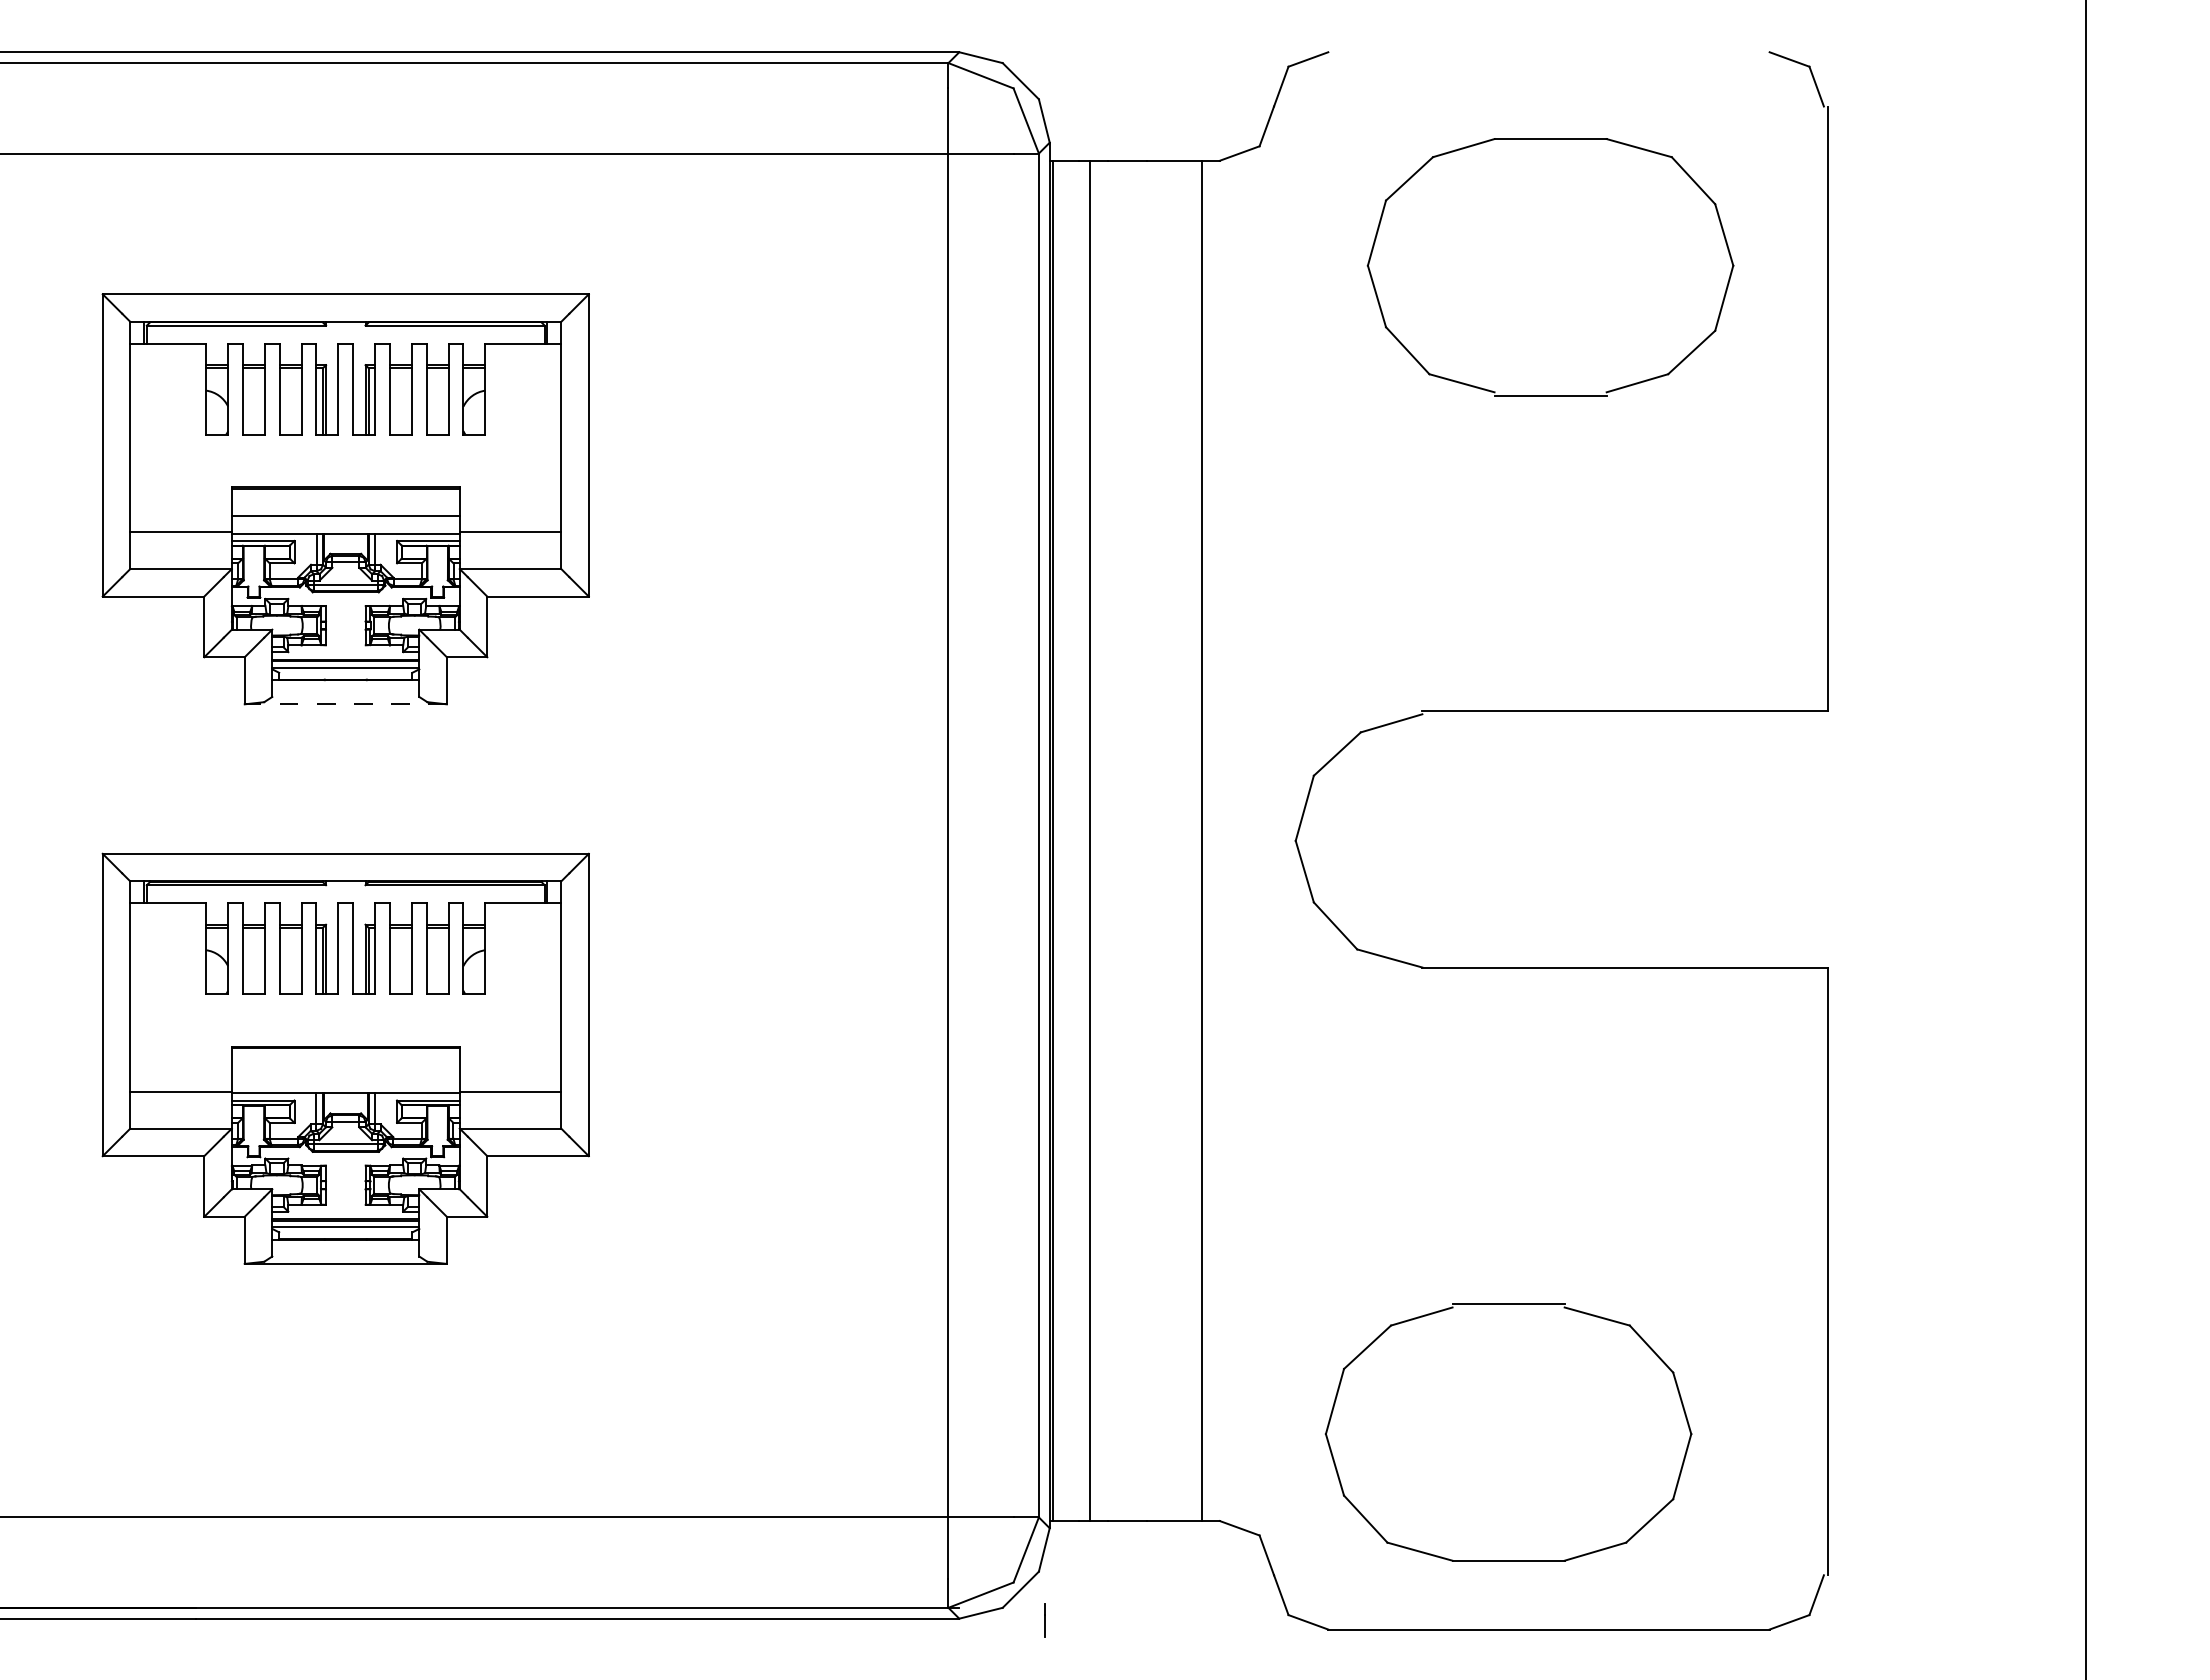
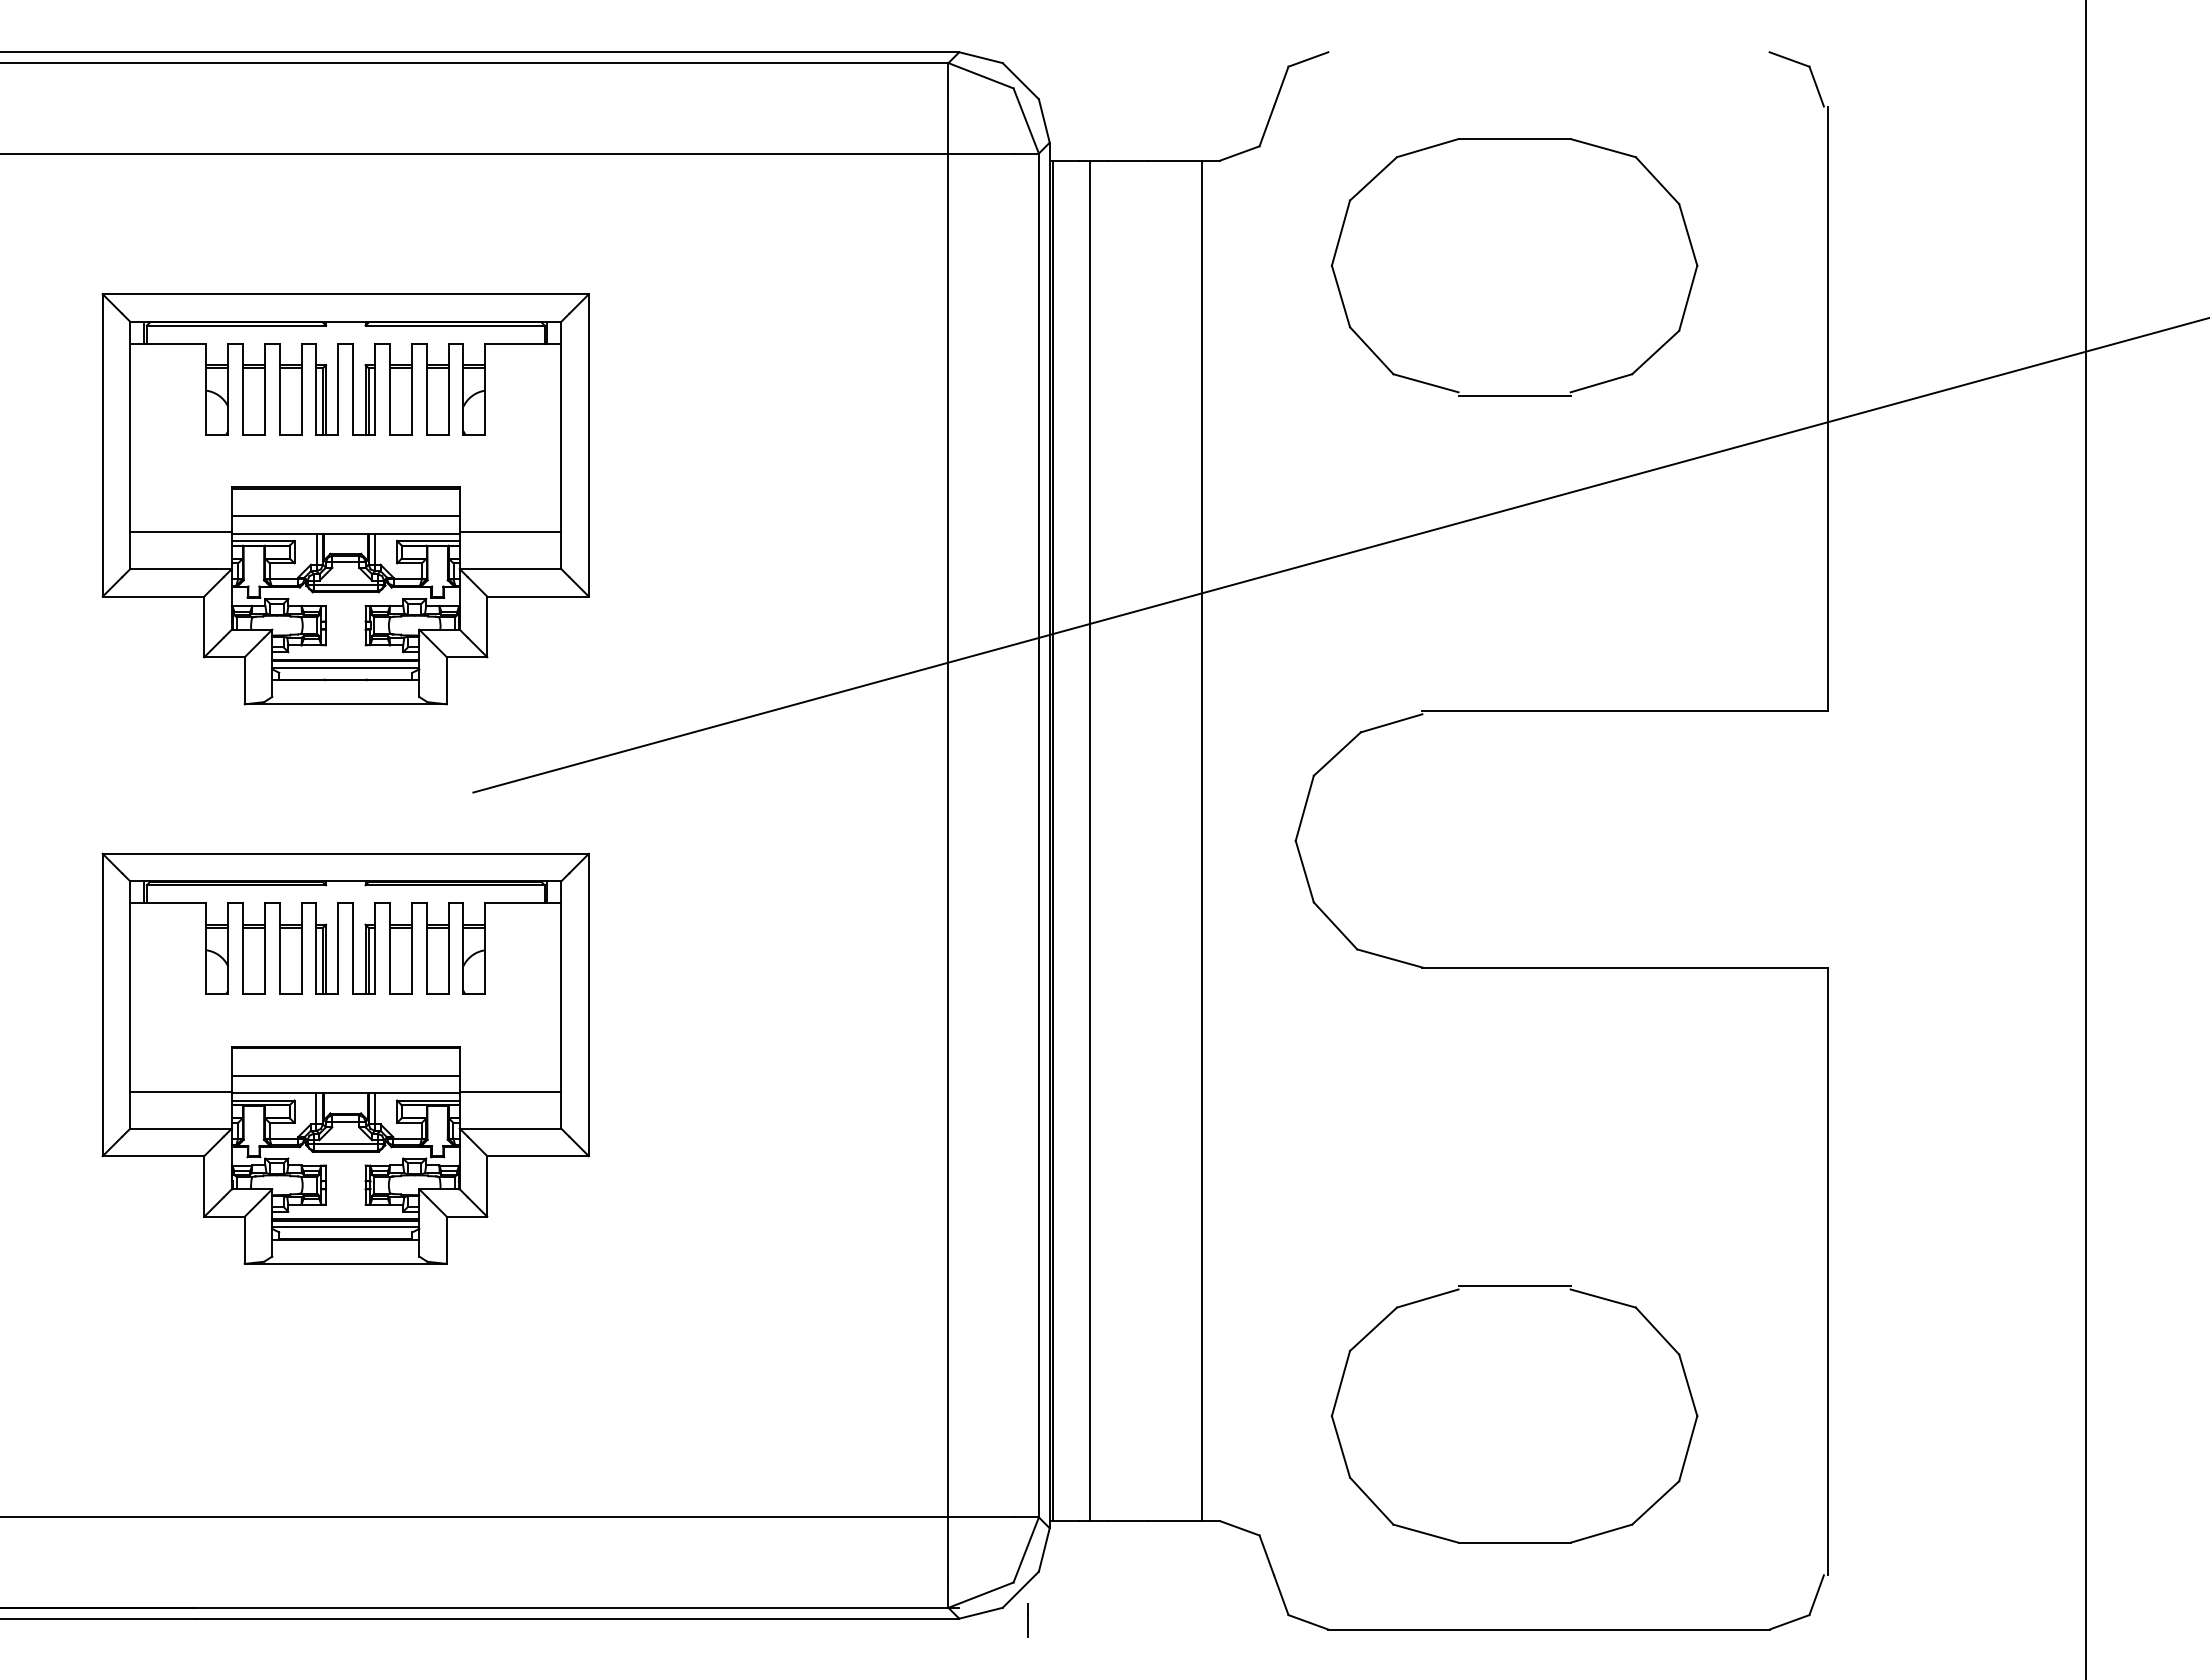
part at (1550, 139) position: (1550, 139) -> (1514, 139)
line at (1339, 555): none -> present
line at (345, 704): dashed -> solid
line at (345, 1075): none -> present
part at (1508, 1304) position: (1508, 1304) -> (1514, 1286)
line at (1044, 1620) position: (1044, 1620) -> (1027, 1620)
